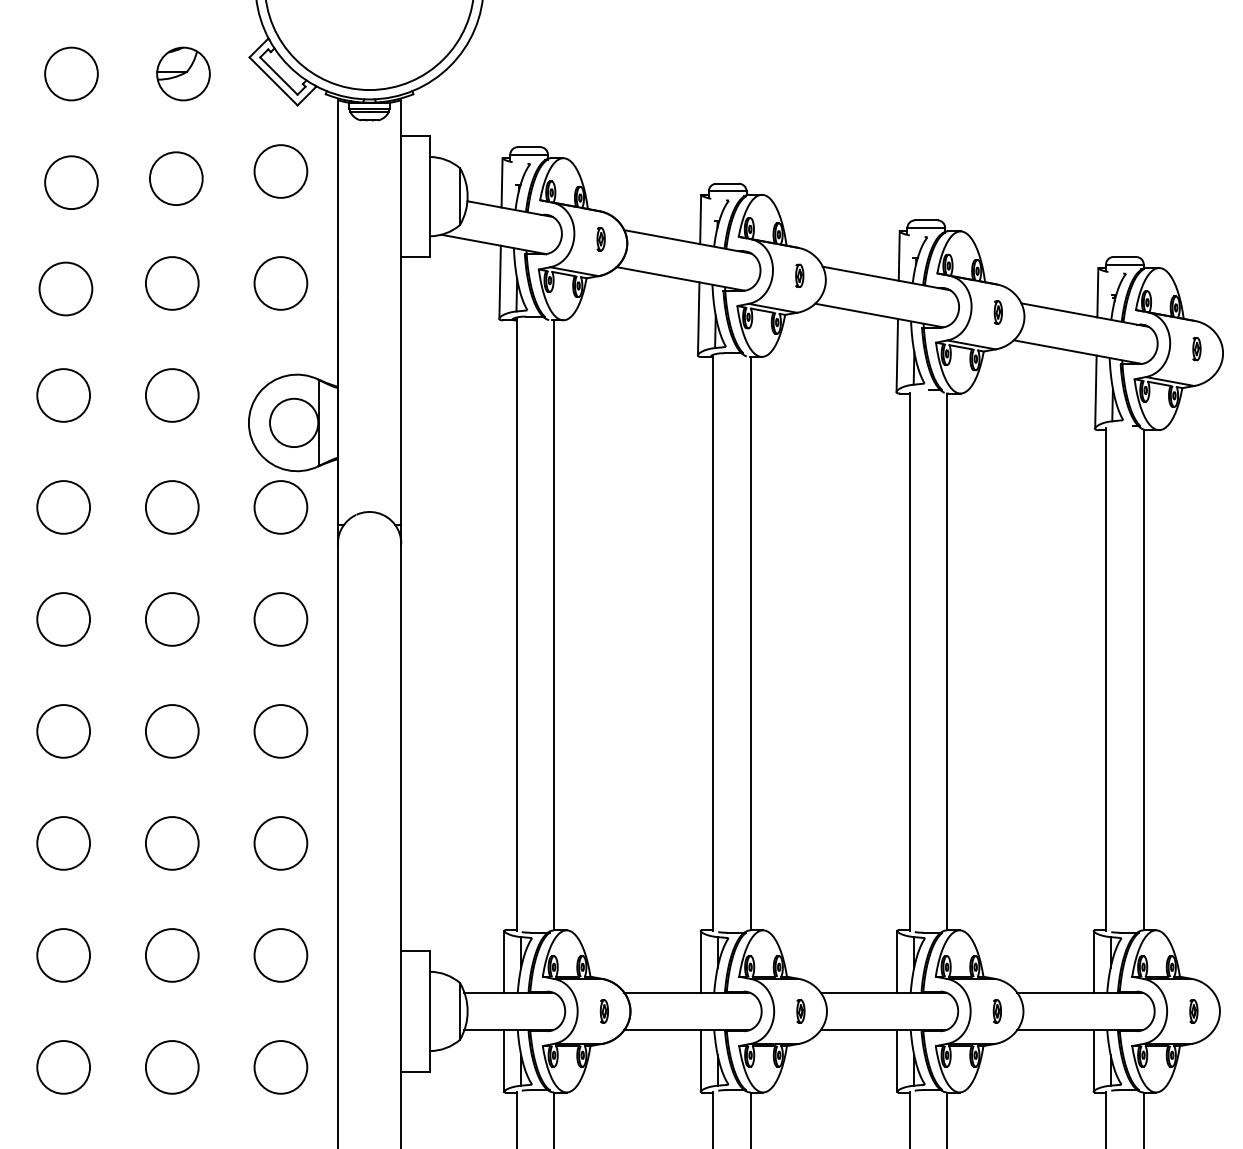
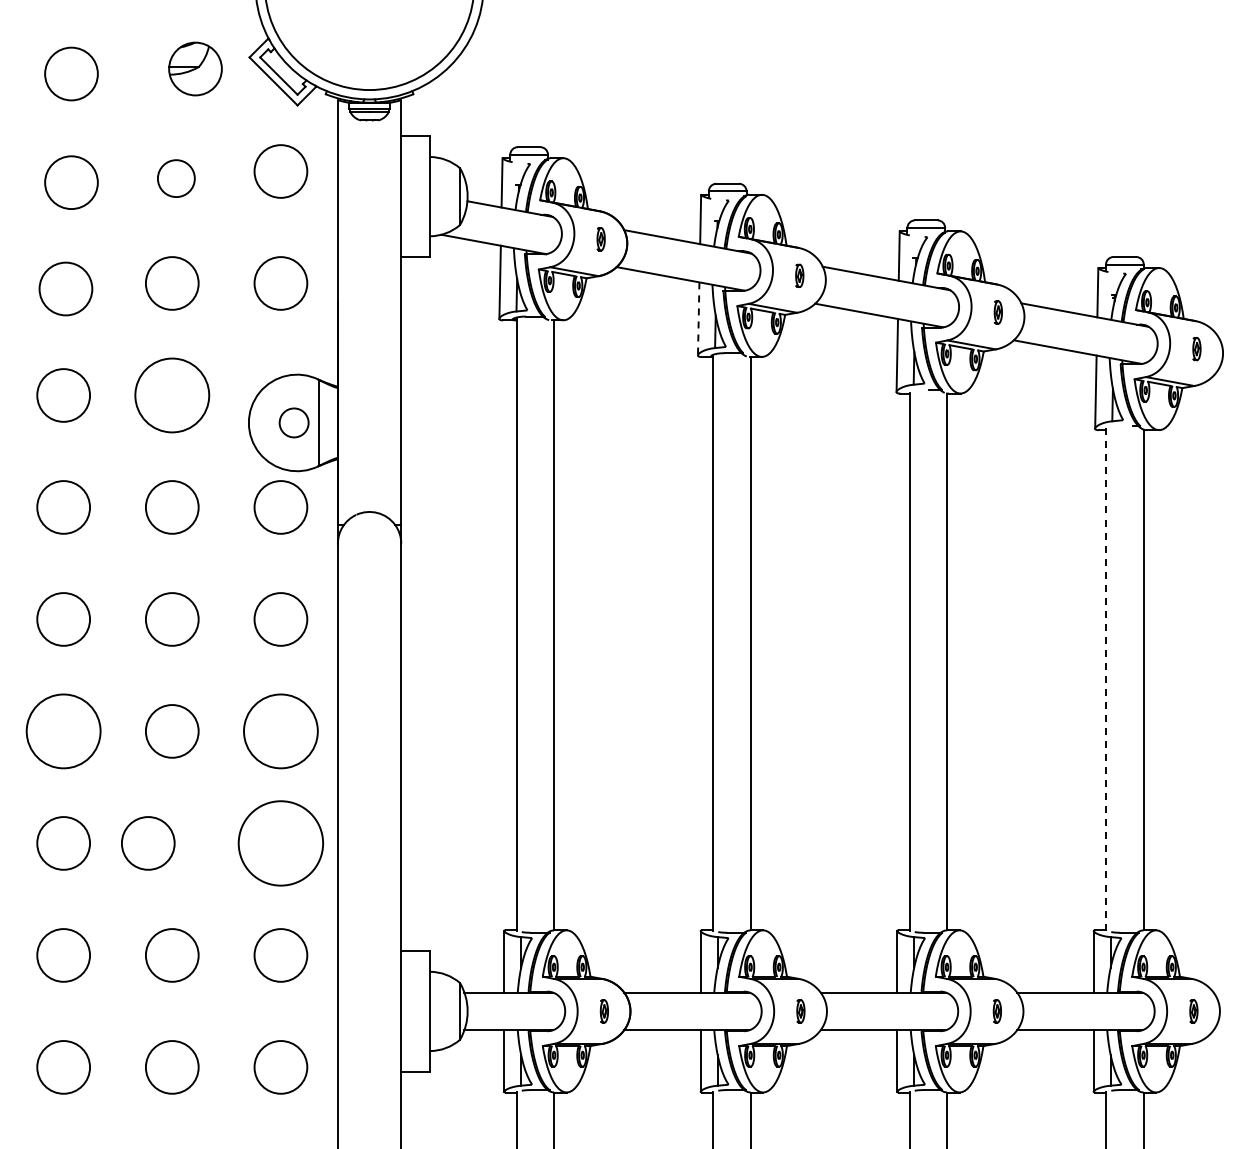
part at (183, 73) position: (183, 73) -> (195, 68)
circle at (176, 178) size: 55x55 px -> 39x39 px
line at (698, 318): solid -> dashed
circle at (171, 395) diameter: 53 px -> 74 px
circle at (294, 422) diameter: 48 px -> 29 px
line at (1106, 679): solid -> dashed
circle at (63, 731) diameter: 53 px -> 74 px
circle at (280, 731) diameter: 53 px -> 74 px
circle at (172, 843) position: (172, 843) -> (148, 843)
circle at (280, 843) diameter: 53 px -> 84 px
